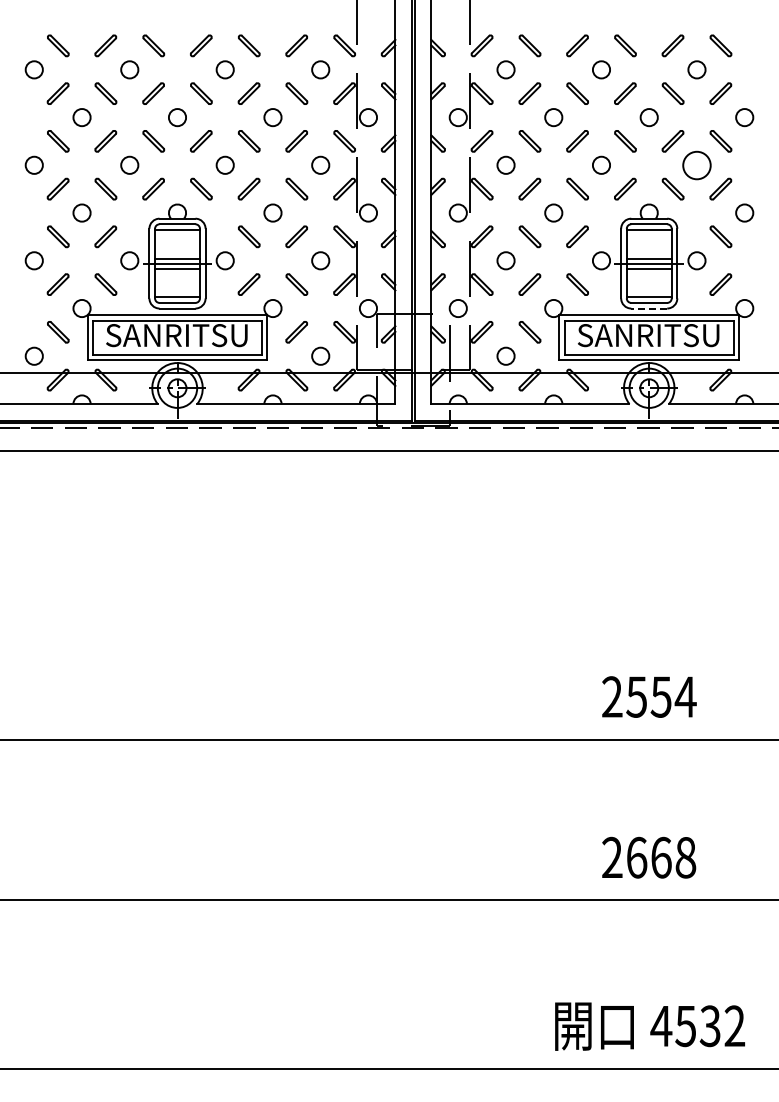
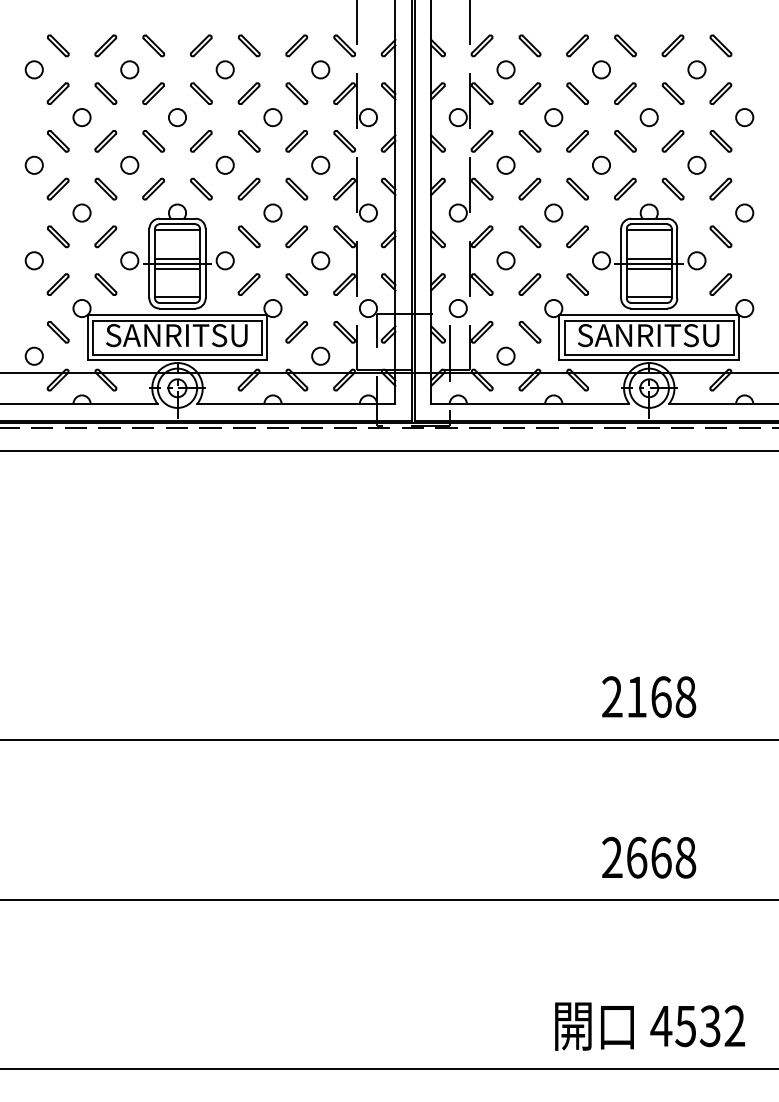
circle at (696, 165) size: 30x31 px -> 20x20 px
line at (649, 308): dashed -> solid
text at (661, 696): 2554 -> 2168
